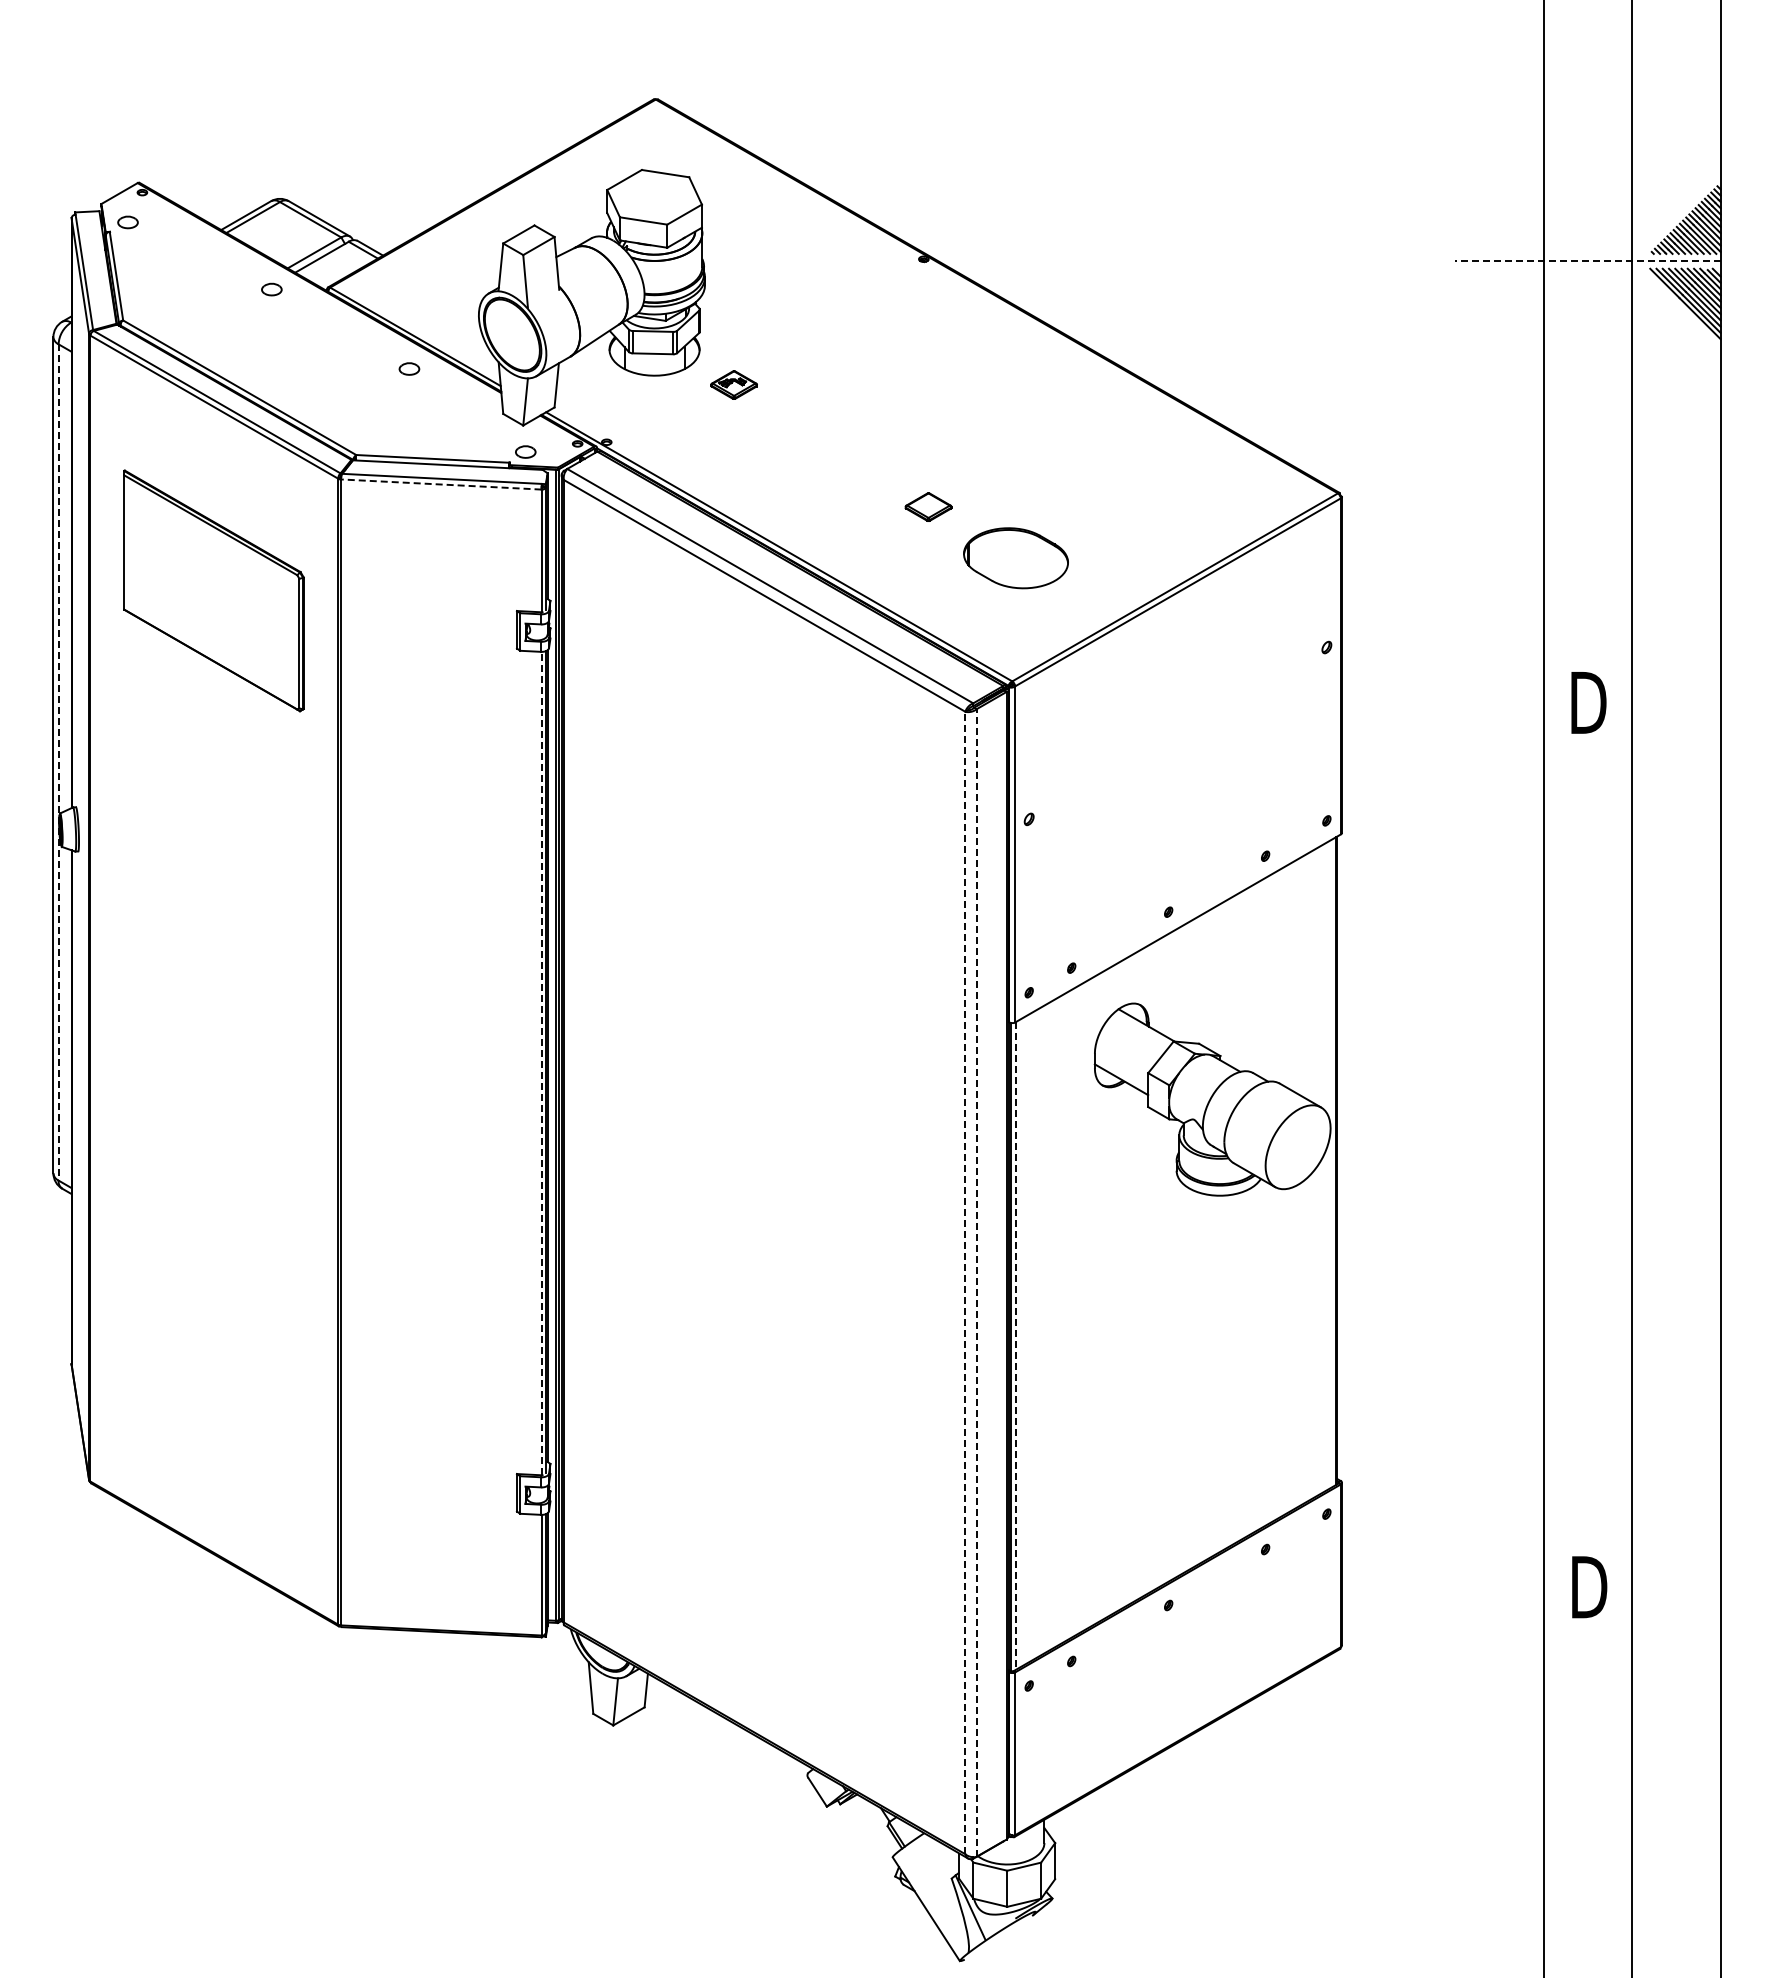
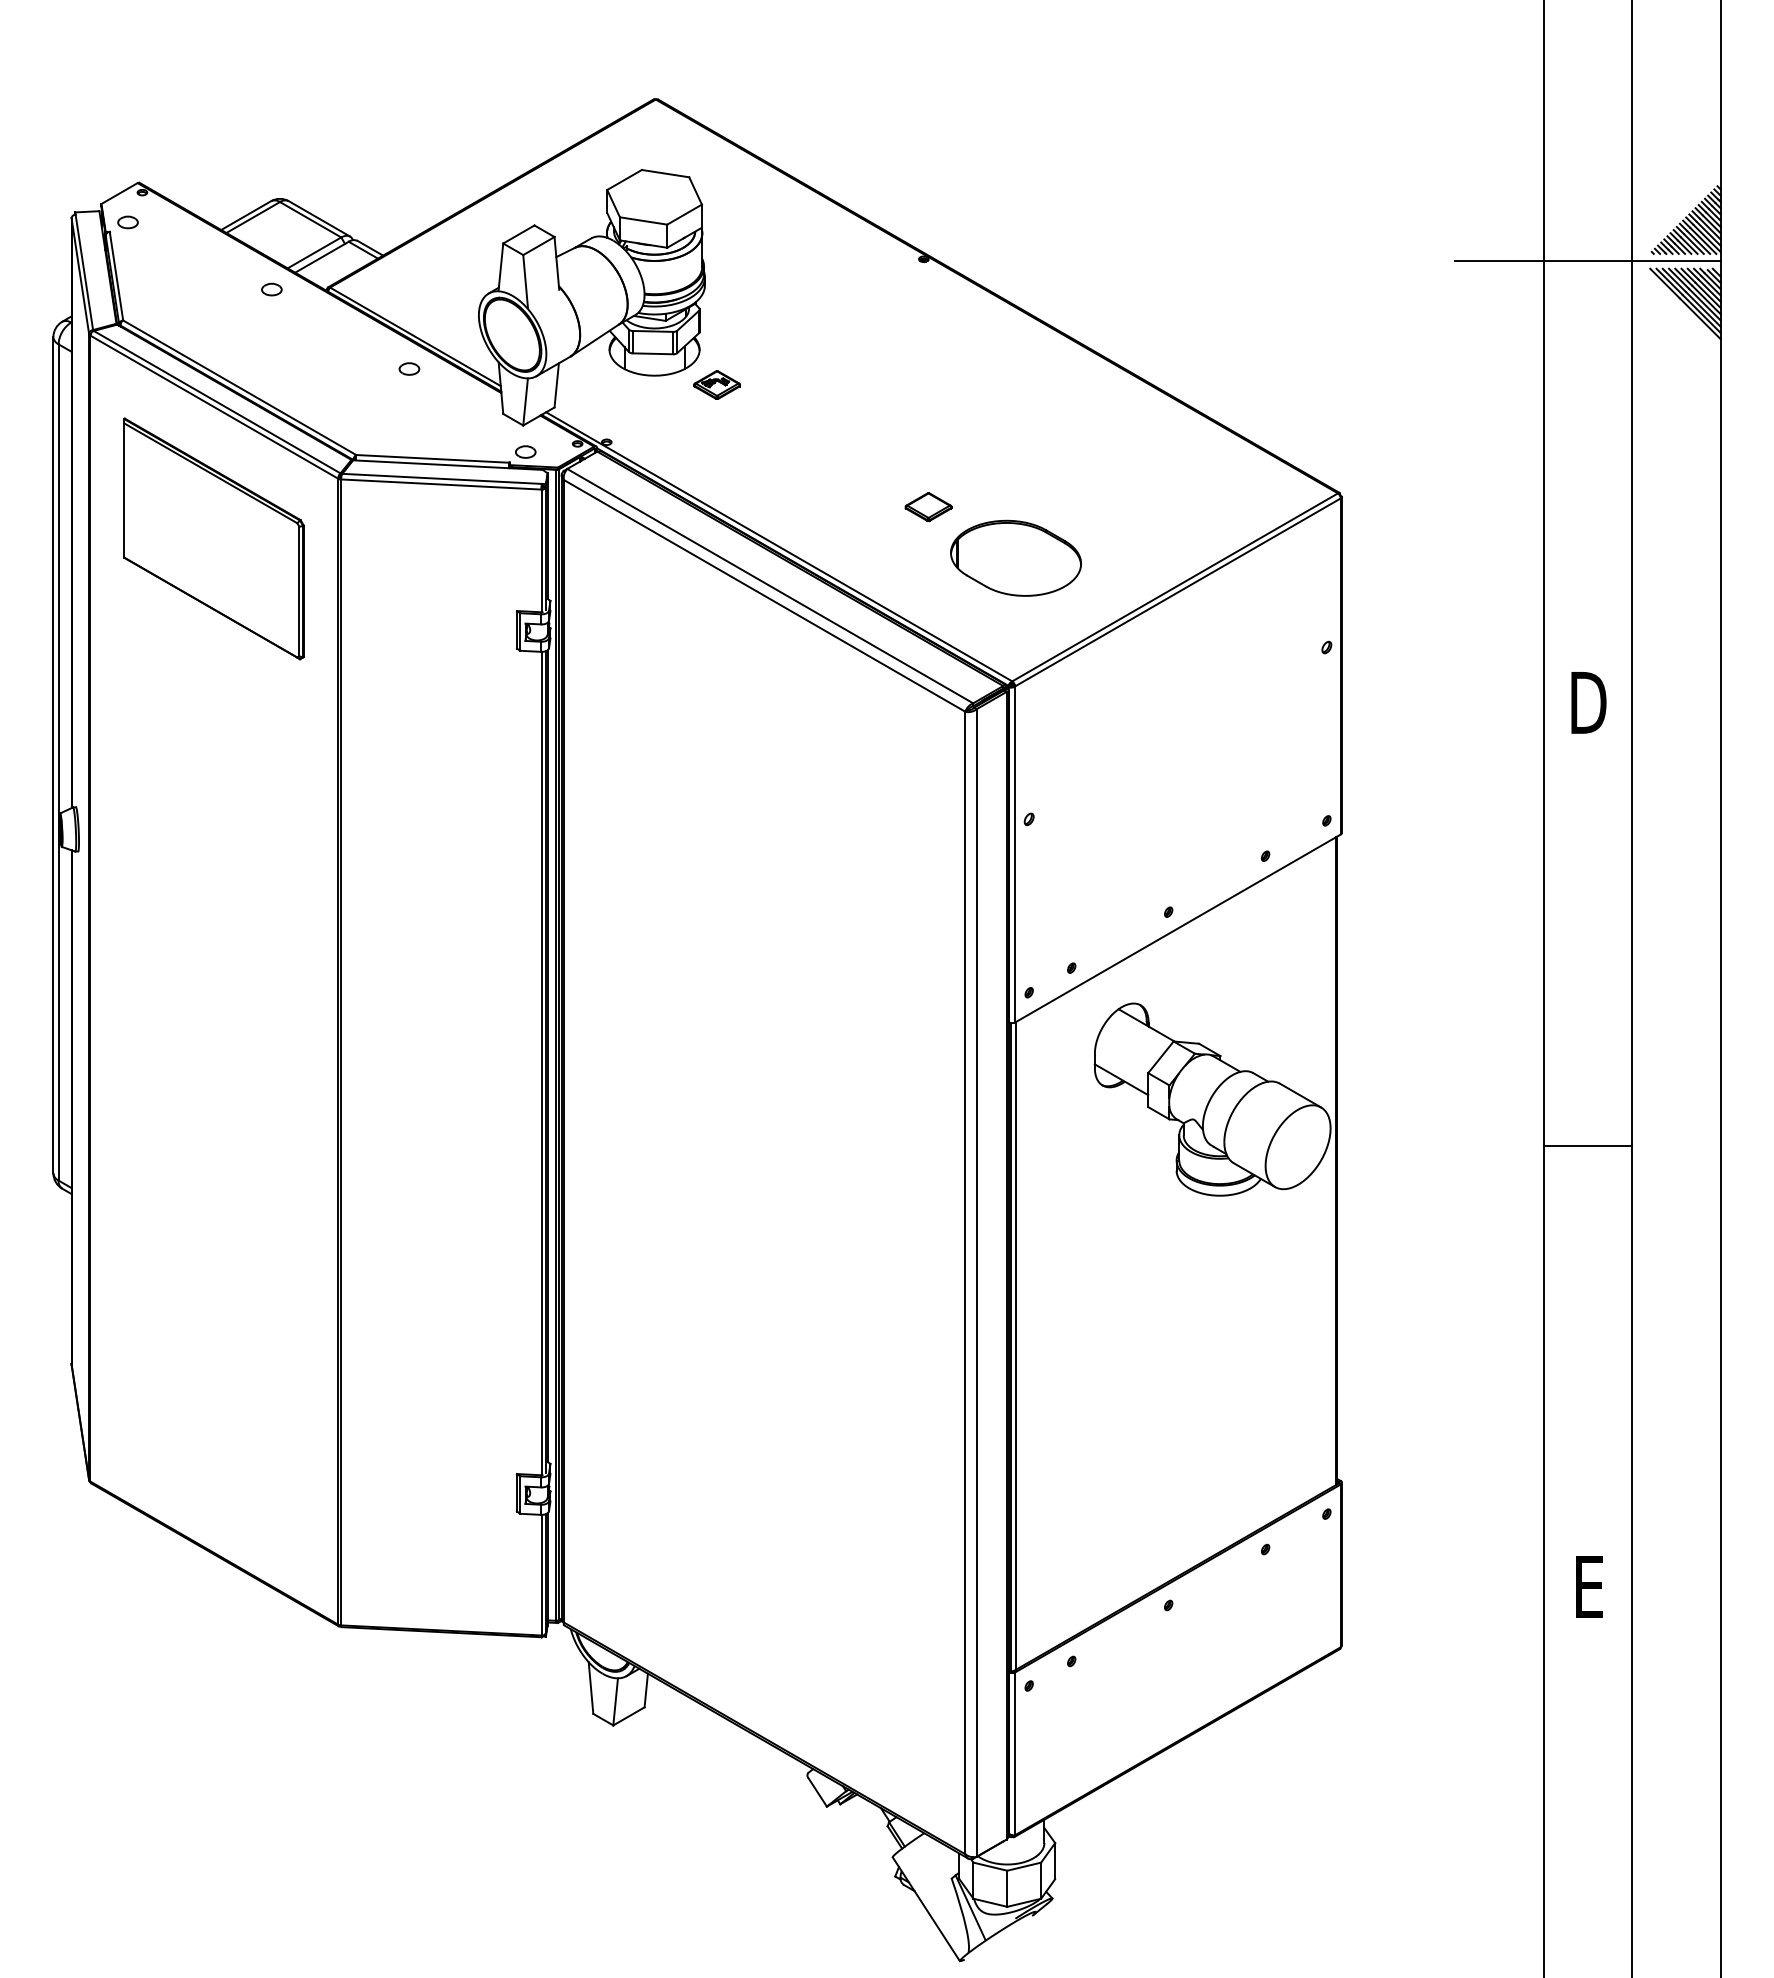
line at (1587, 261): dashed -> solid
part at (733, 384) position: (733, 384) -> (716, 384)
line at (440, 484): dashed -> solid
part at (1015, 558) size: 106x63 px -> 132x78 px
part at (213, 590) position: (213, 590) -> (213, 538)
line at (58, 762): dashed -> solid
line at (541, 1063): dashed -> solid
line at (1587, 1145): none -> present
line at (965, 1282): dashed -> solid
line at (976, 1283): dashed -> solid
line at (1016, 1345): dashed -> solid
text at (1589, 1587): D -> E
